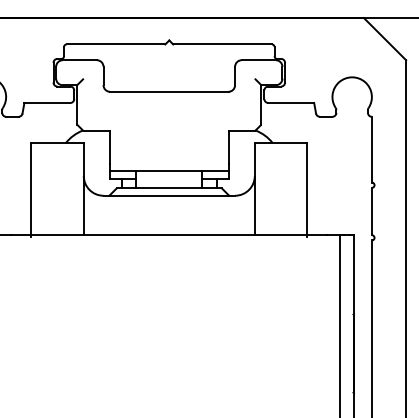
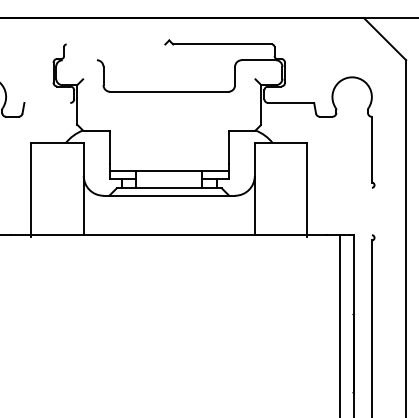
line at (115, 44): present -> none
line at (79, 60): present -> none
line at (47, 102): present -> none
line at (371, 211): present -> none
